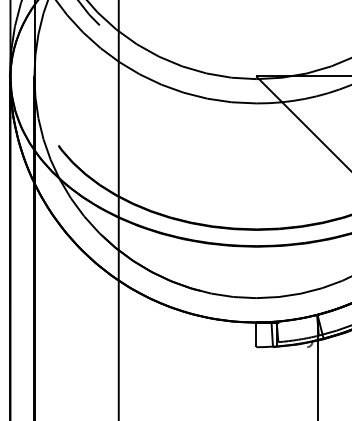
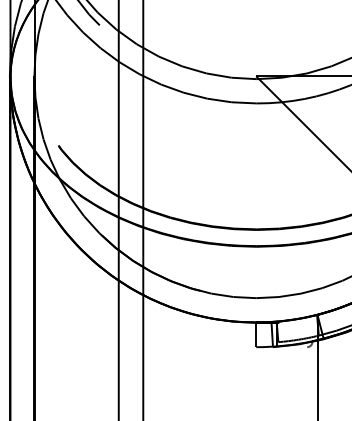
line at (143, 209): none -> present
